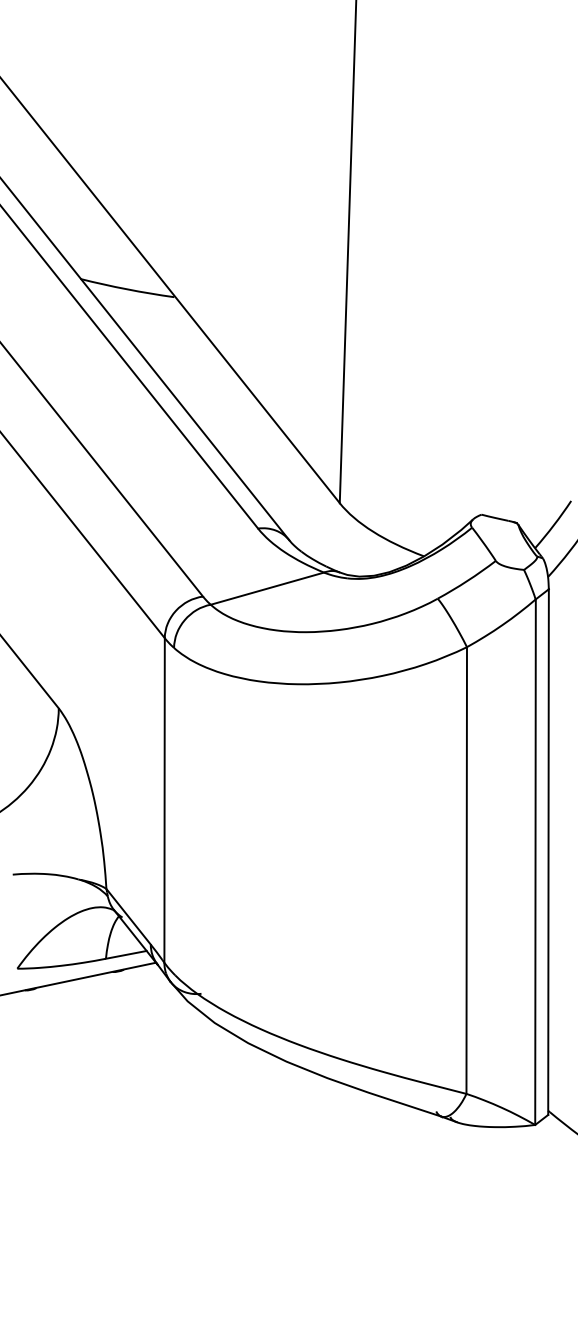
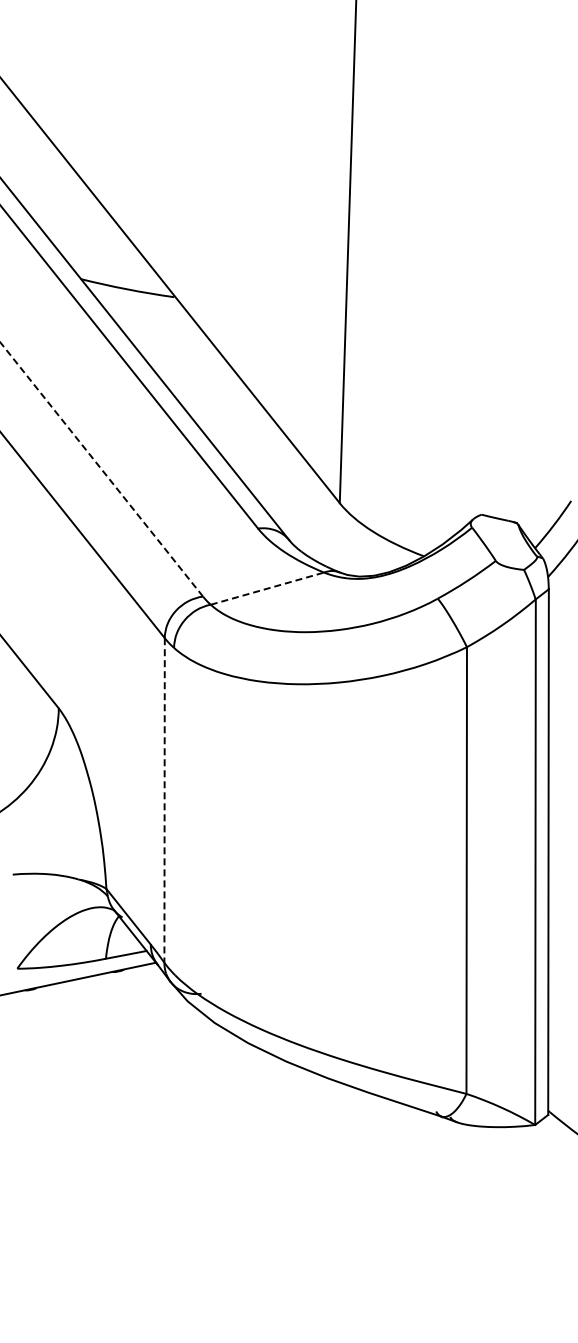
line at (101, 469): solid -> dashed
line at (267, 588): solid -> dashed
line at (164, 800): solid -> dashed
